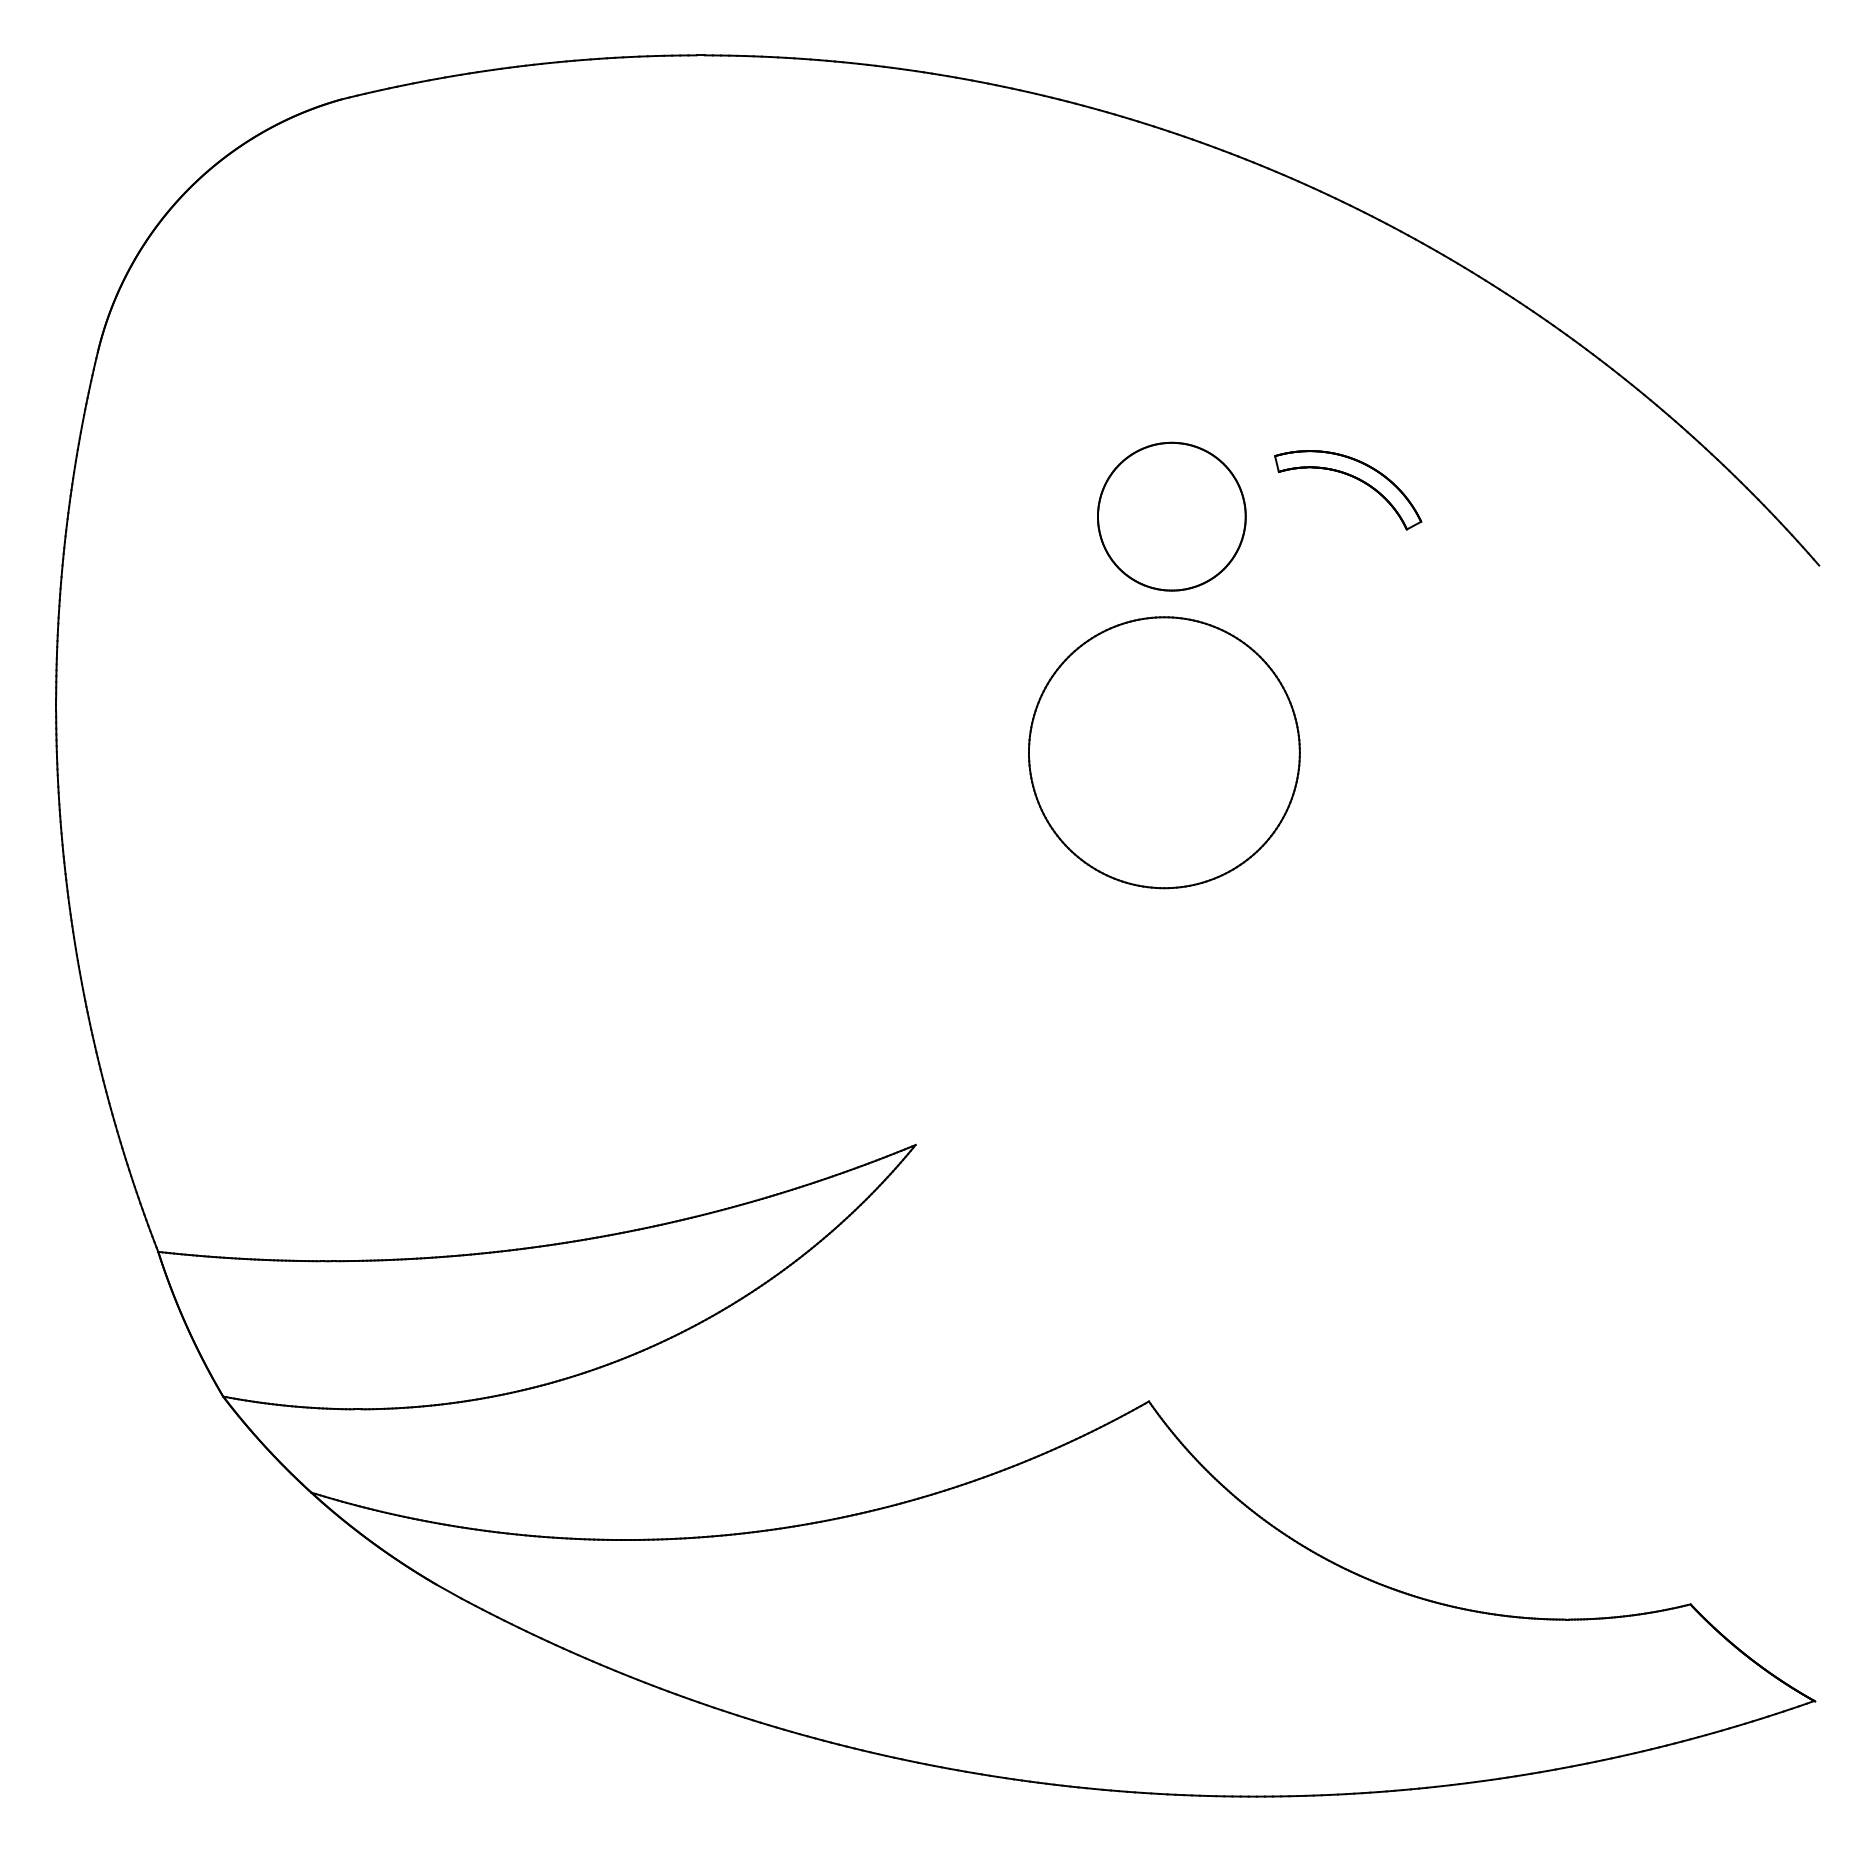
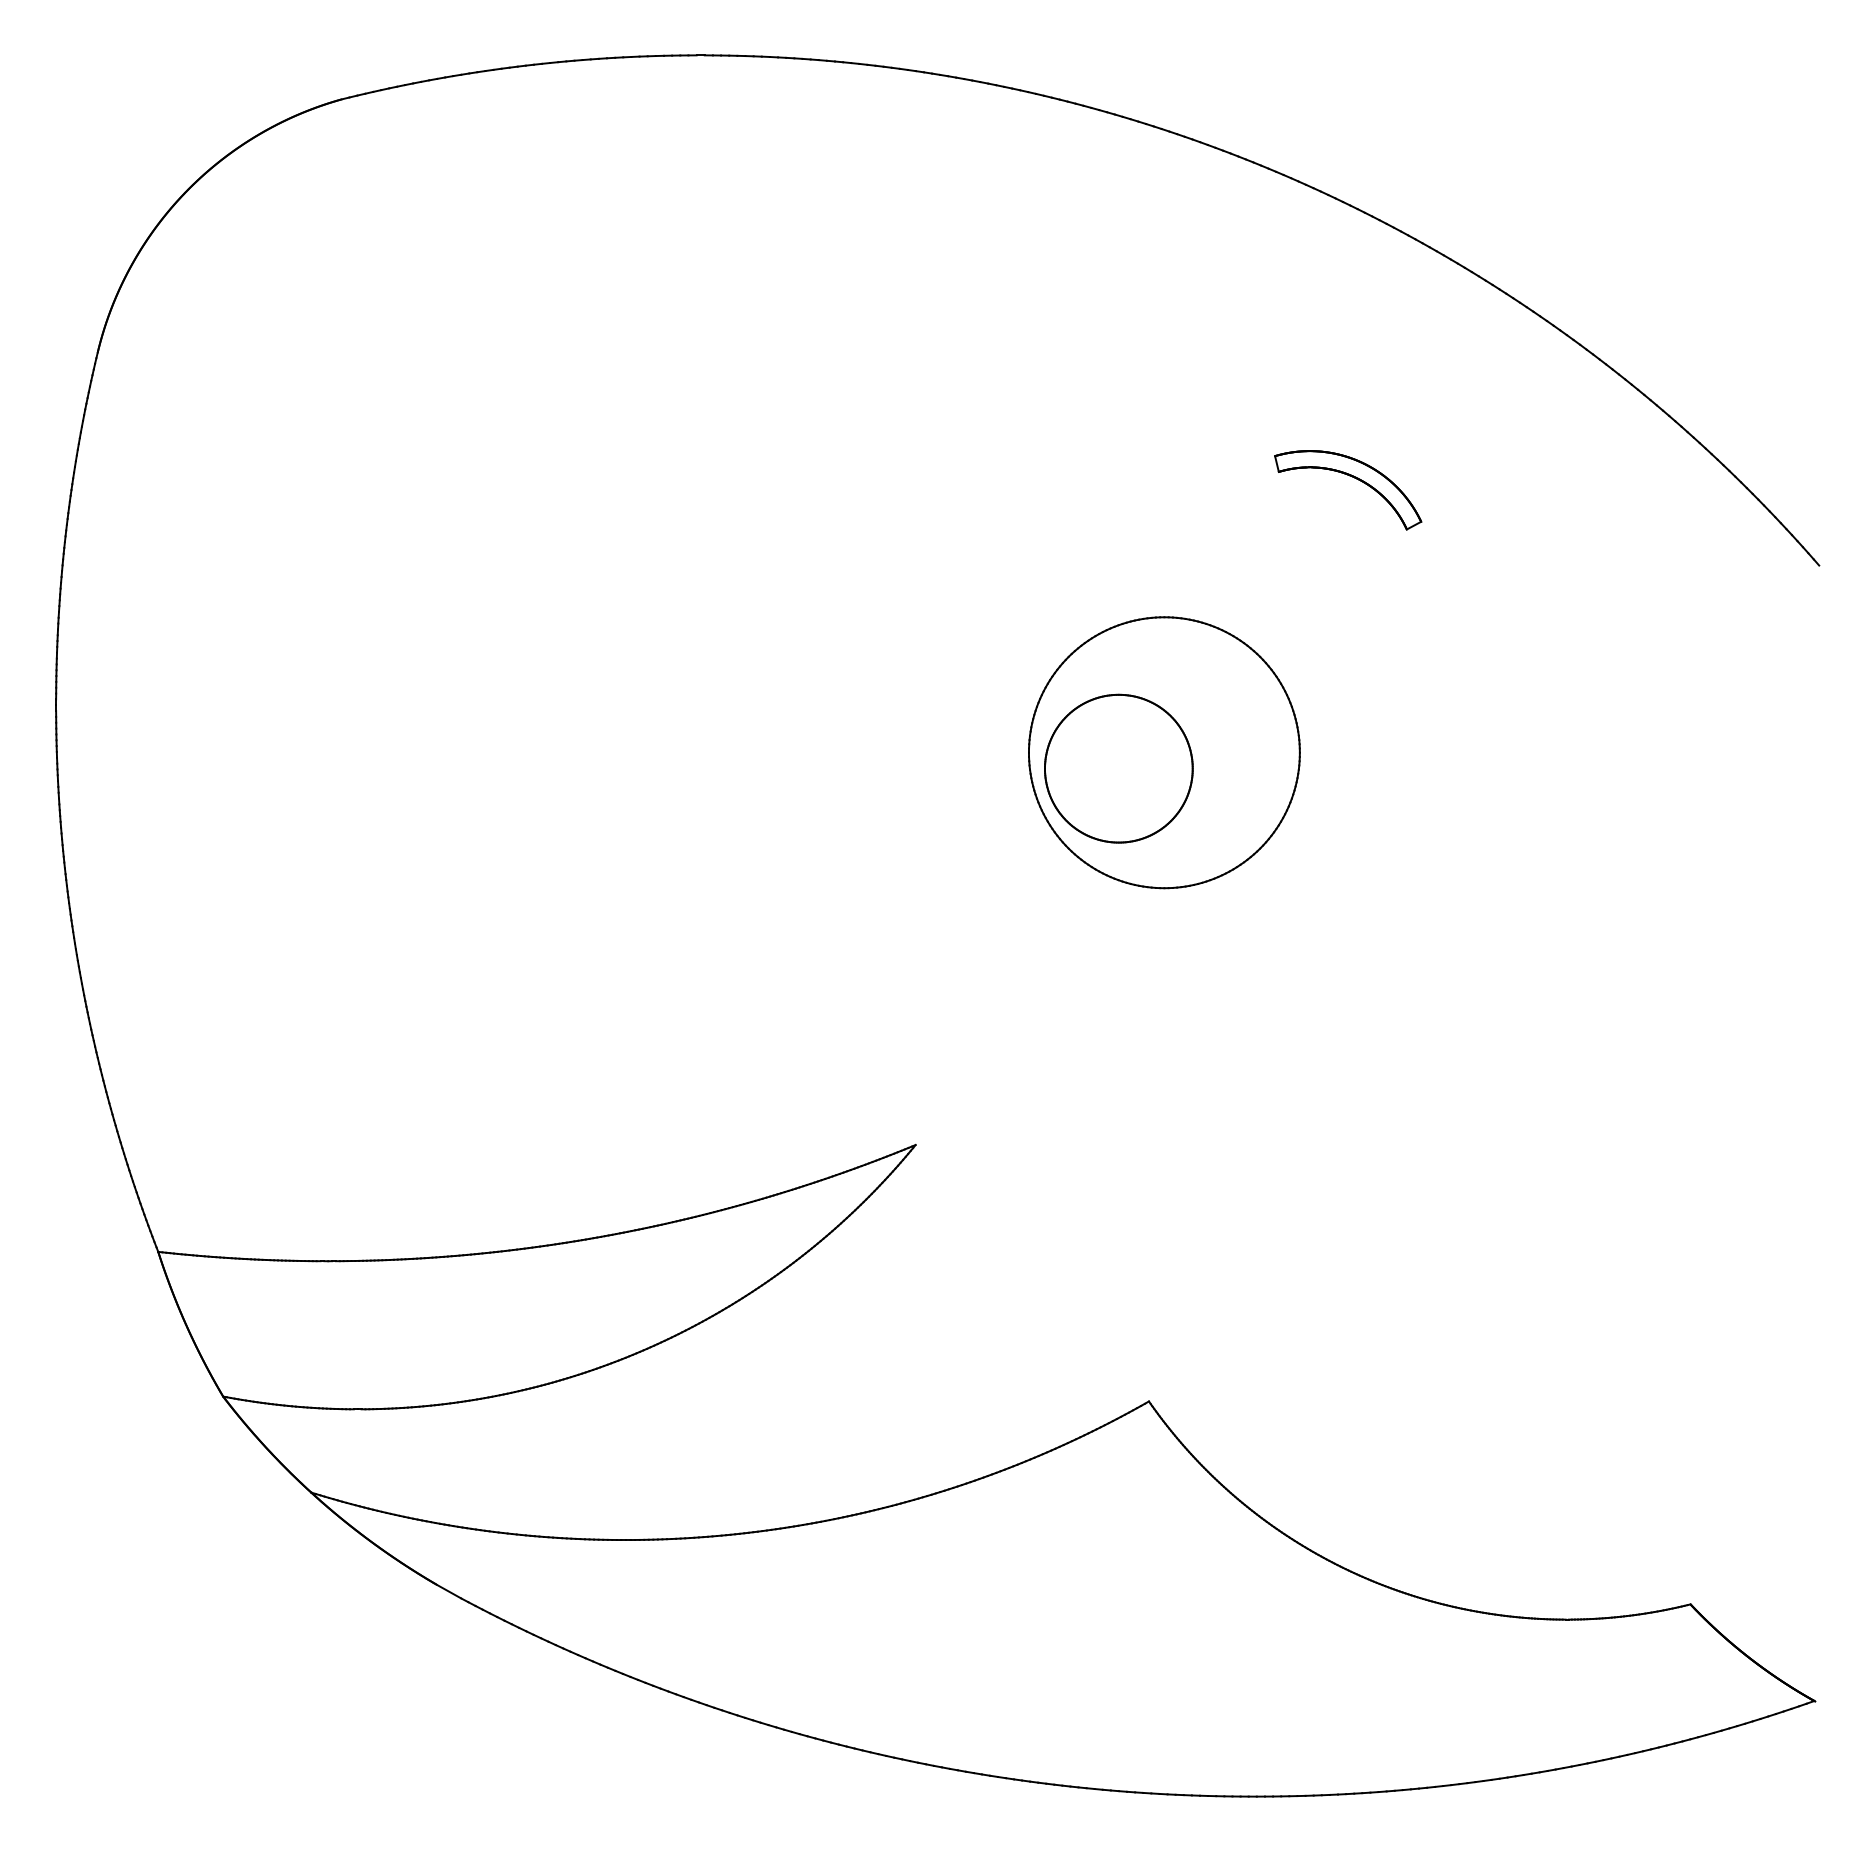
part at (1171, 516) position: (1171, 516) -> (1118, 768)
